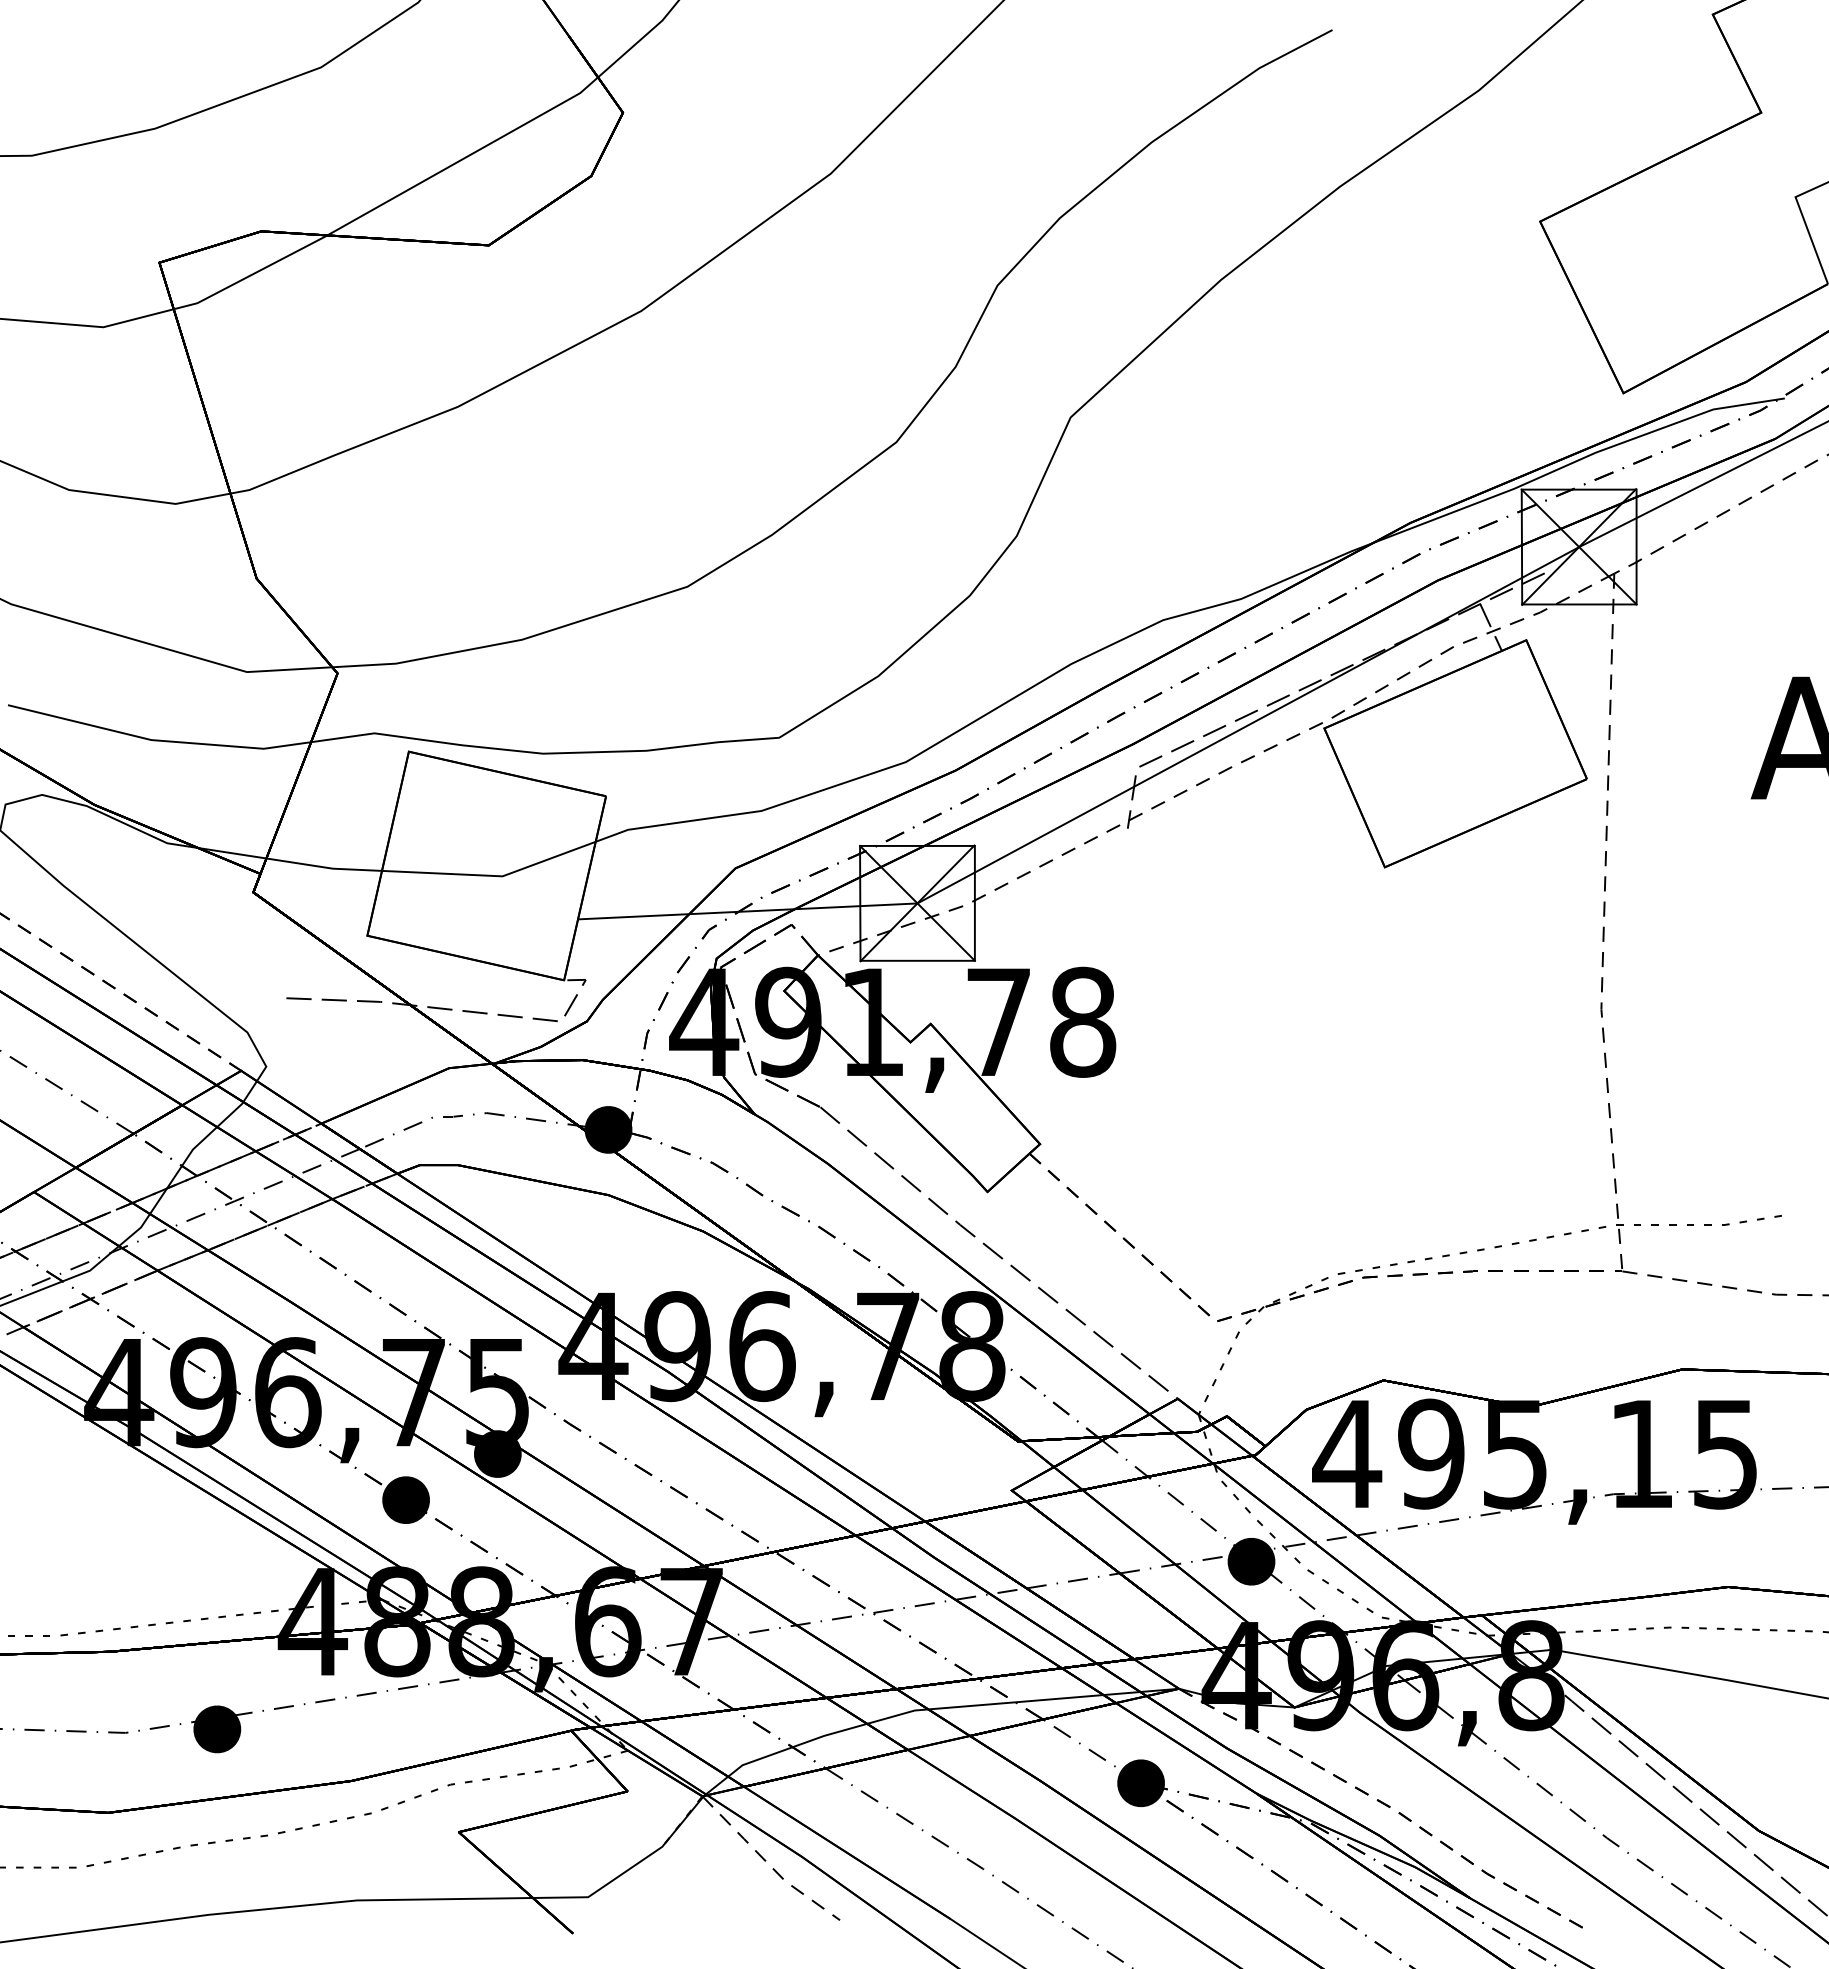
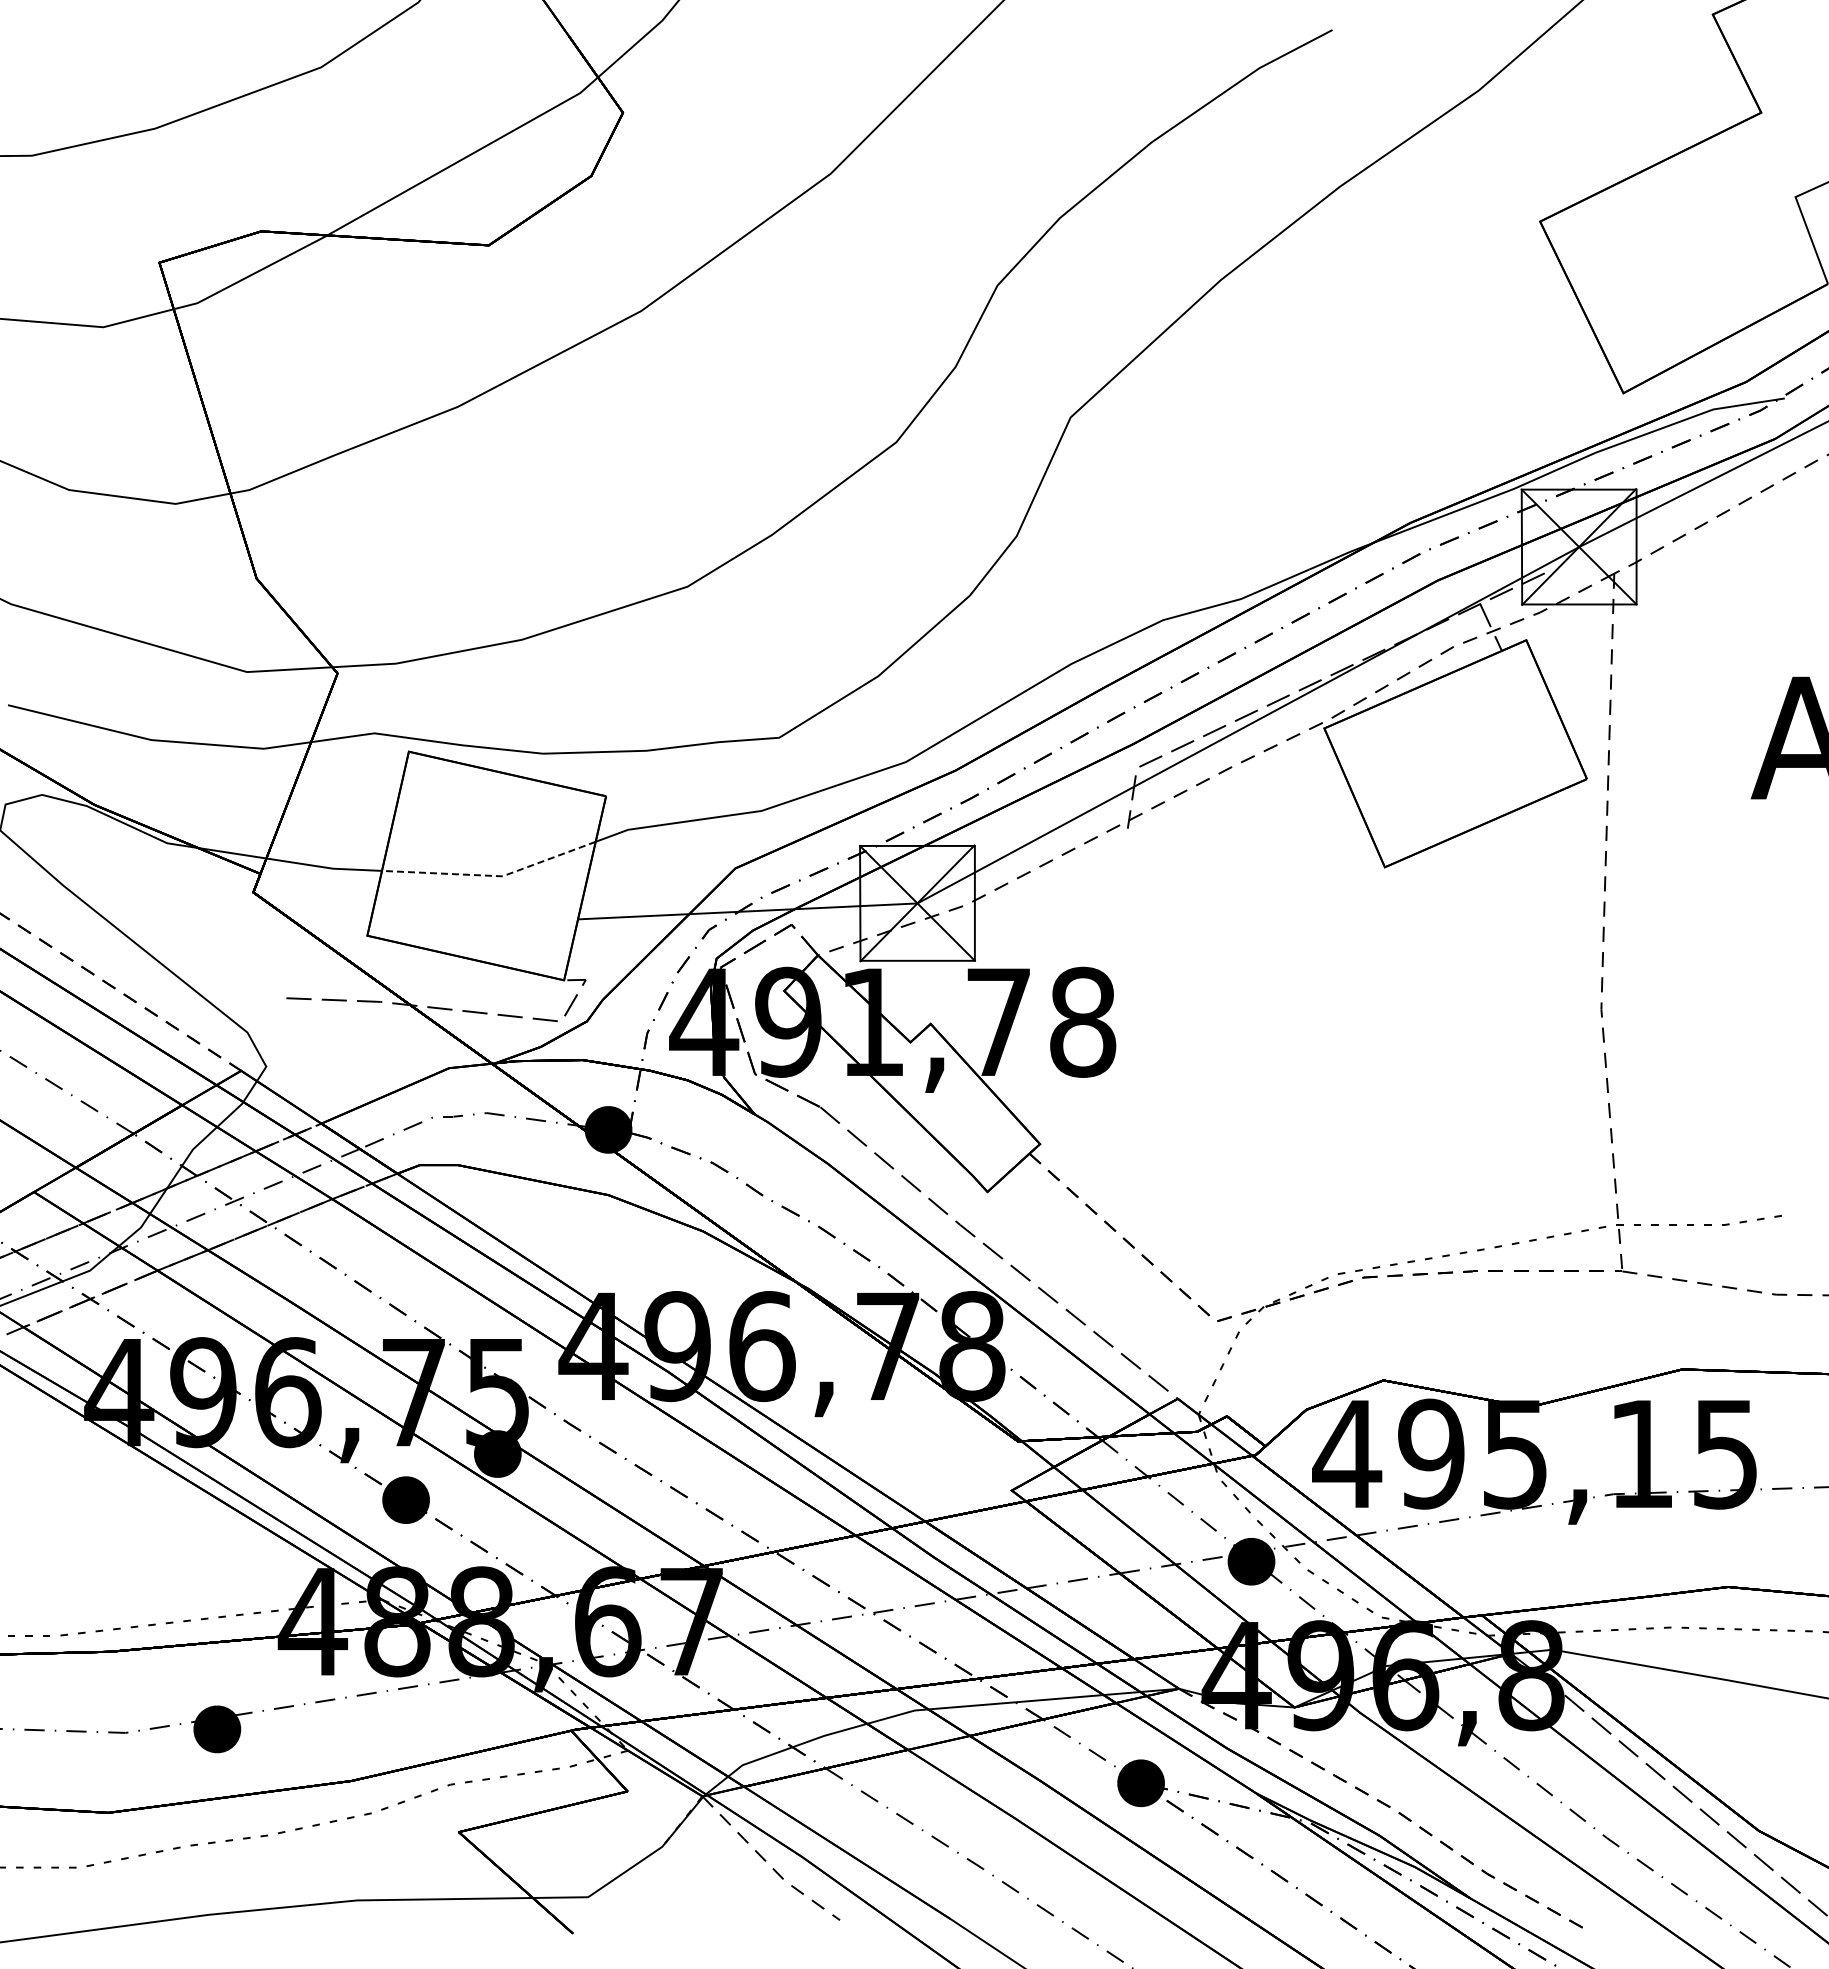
line at (492, 875): solid -> dashed
